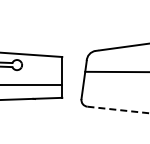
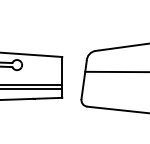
line at (32, 88): none -> present
line at (118, 109): dashed -> solid
